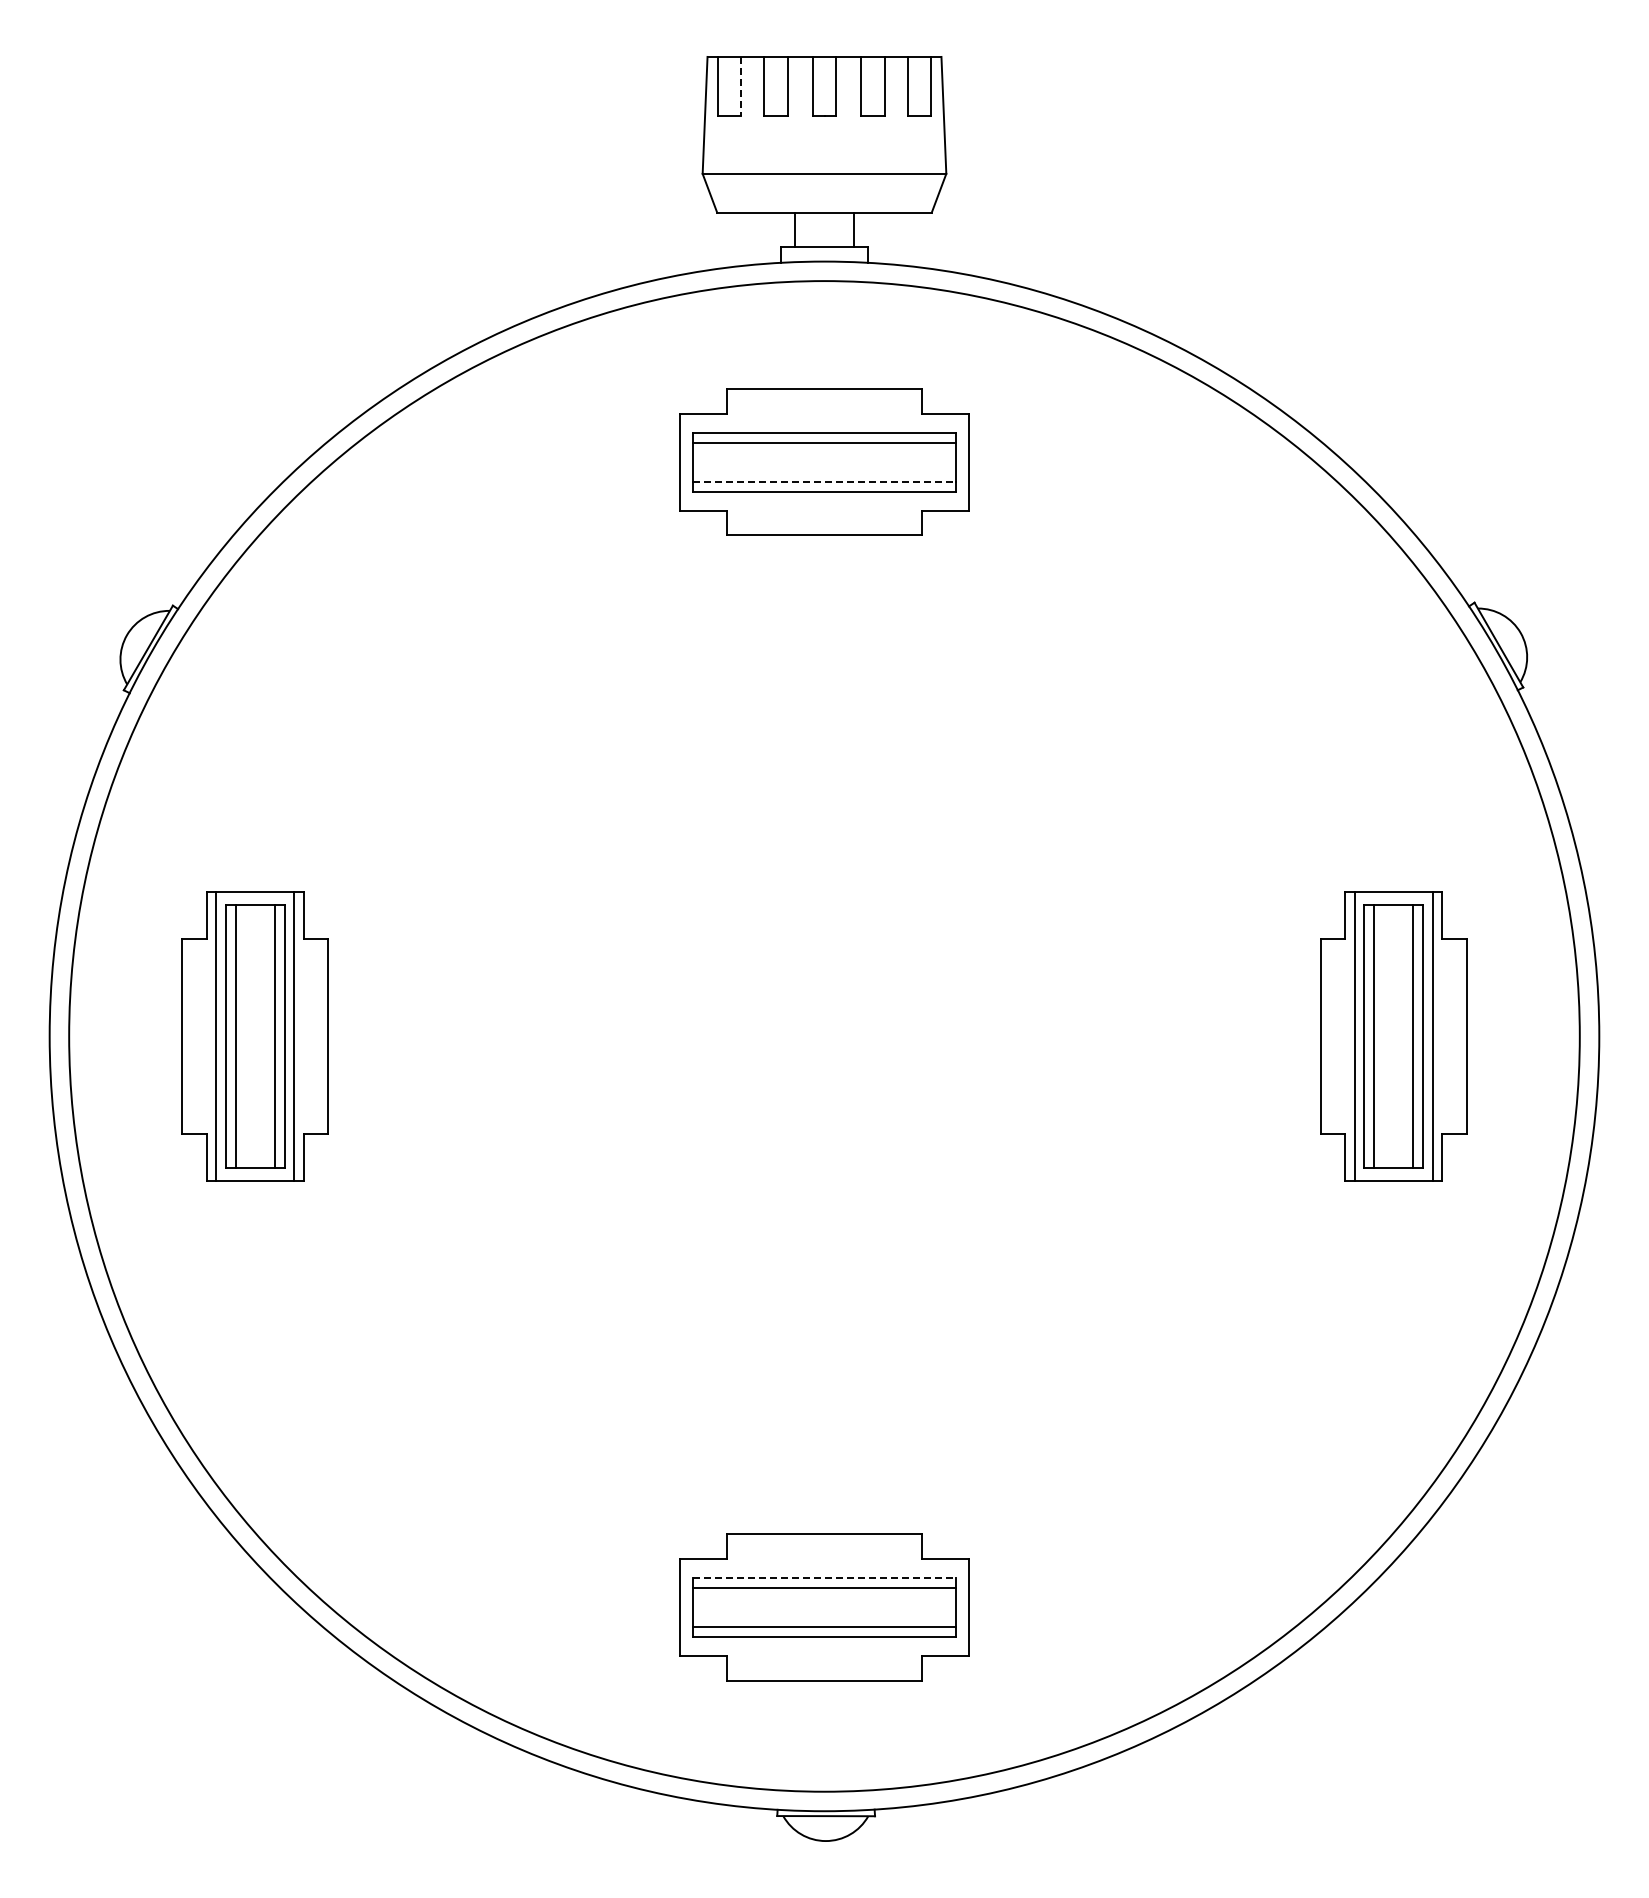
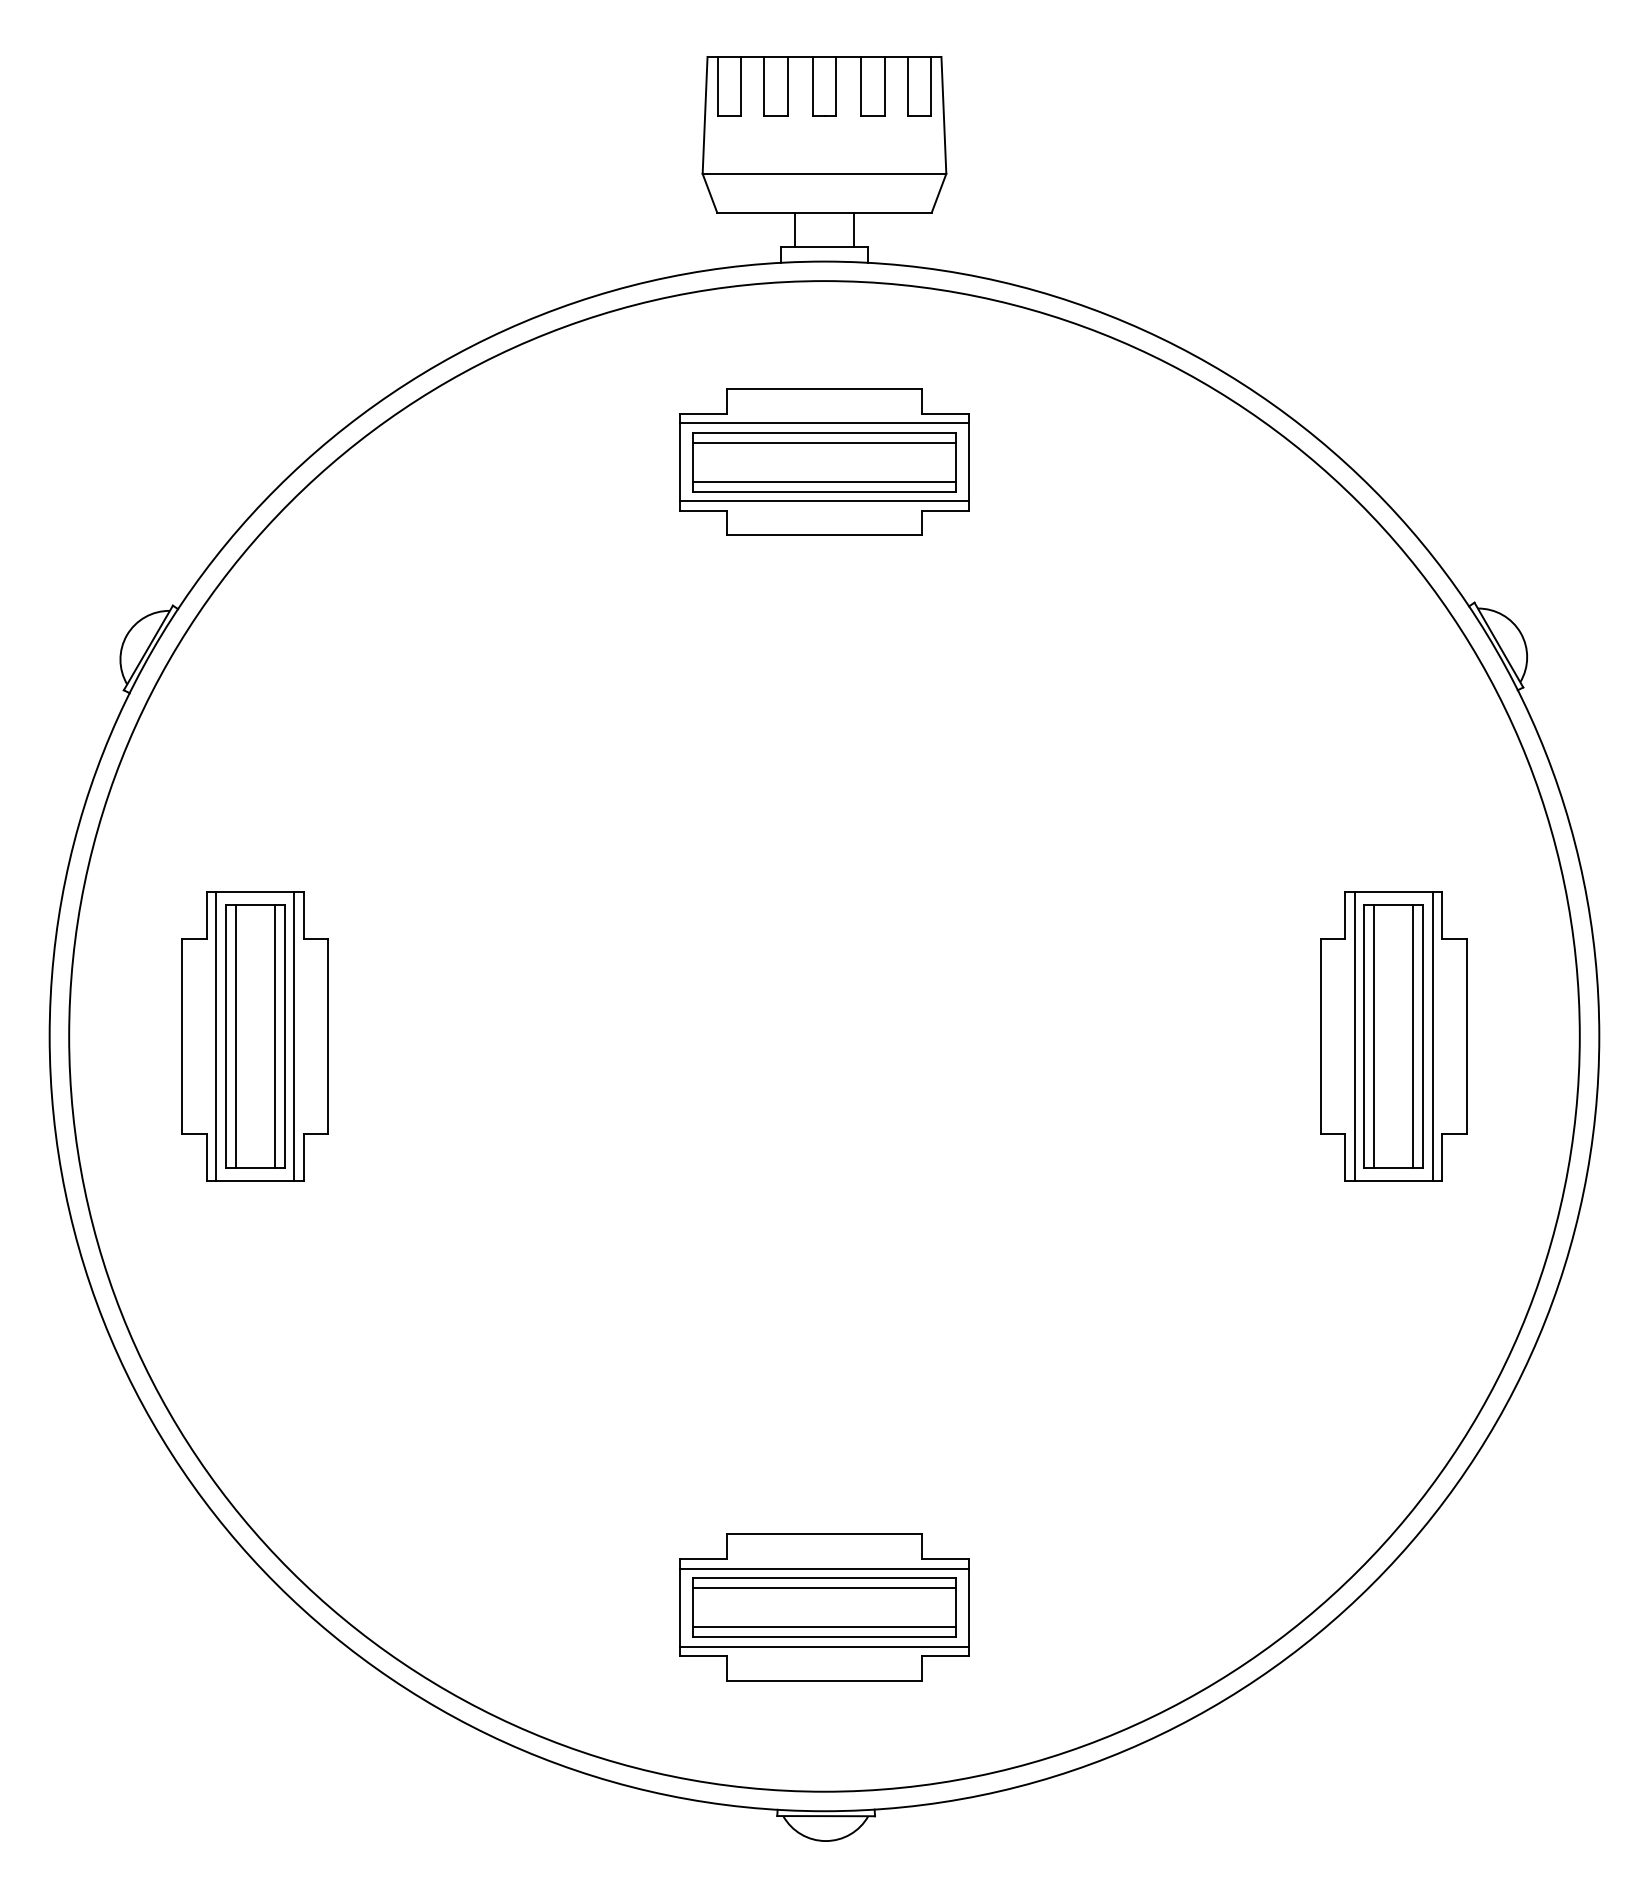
line at (740, 86): dashed -> solid
line at (824, 423): none -> present
line at (824, 481): dashed -> solid
line at (824, 501): none -> present
line at (824, 1568): none -> present
line at (824, 1578): dashed -> solid
line at (824, 1646): none -> present
